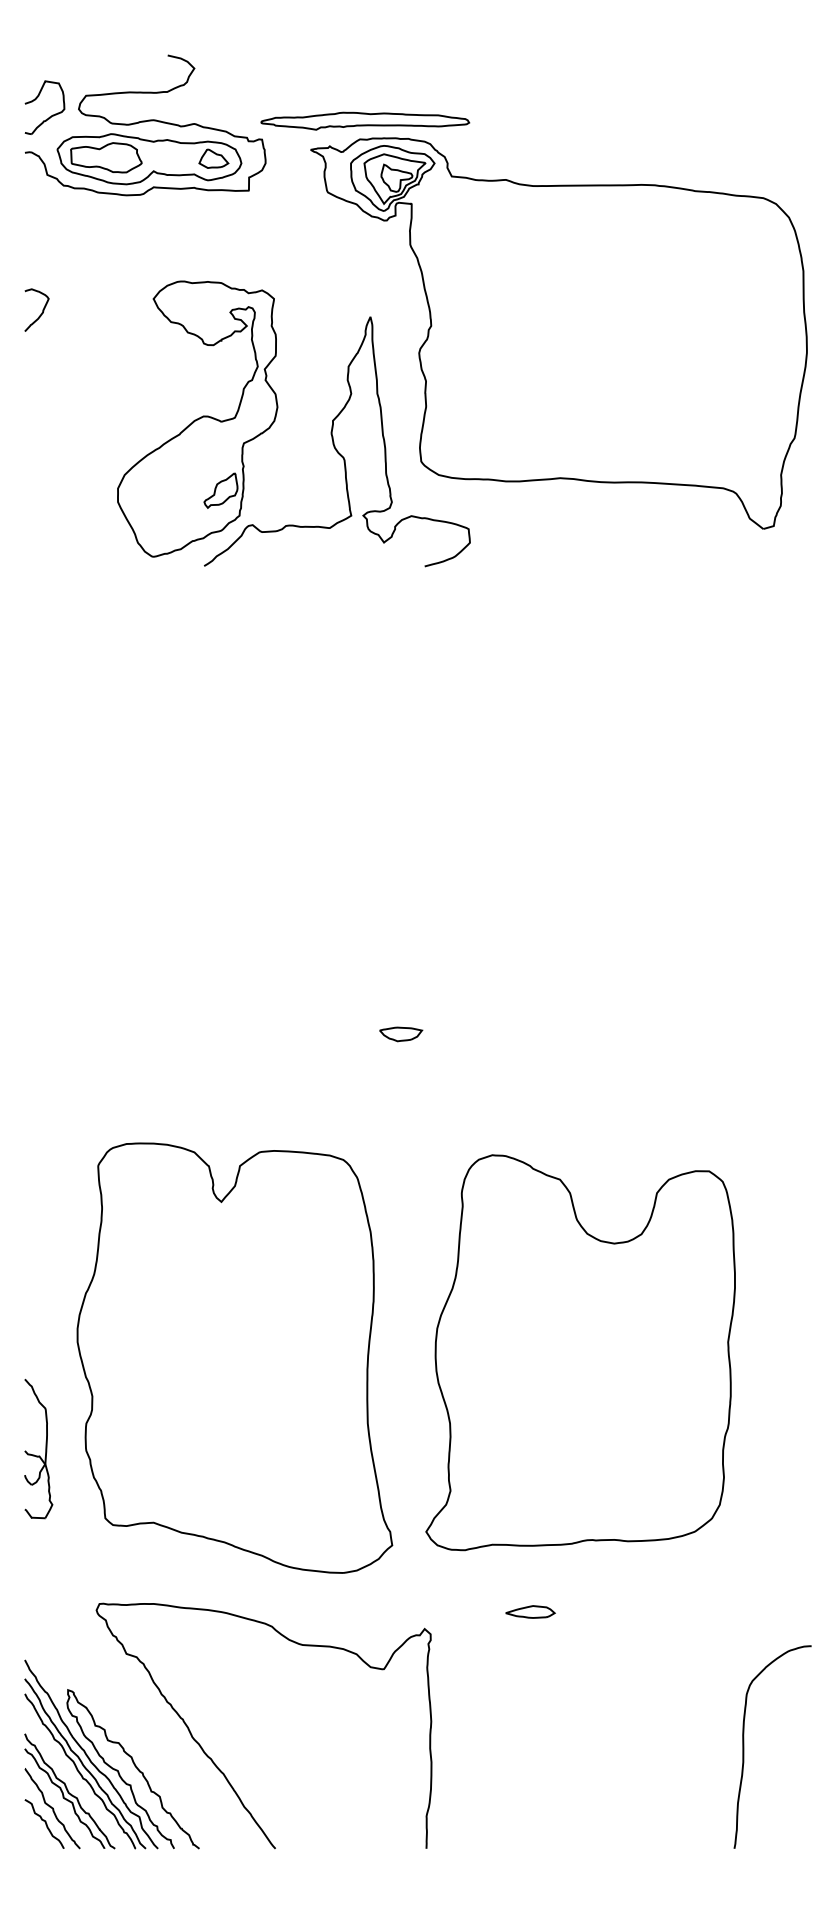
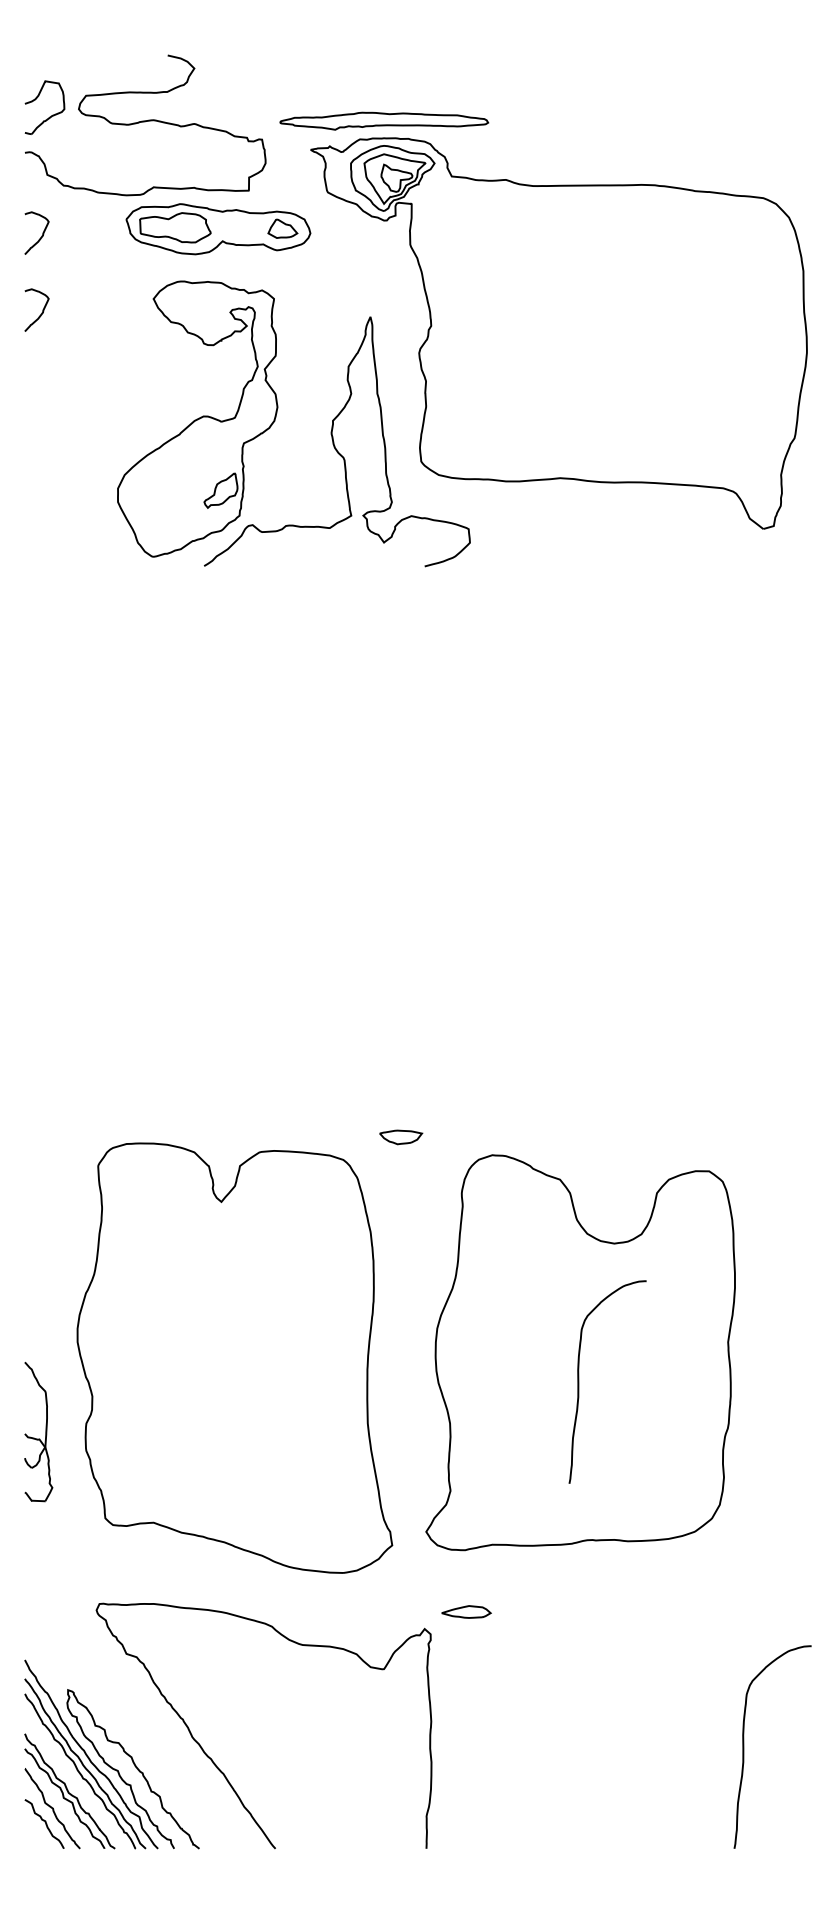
part at (365, 120) position: (365, 120) -> (384, 120)
part at (149, 159) position: (149, 159) -> (218, 229)
curve at (41, 235): none -> present
part at (401, 1034) position: (401, 1034) -> (401, 1137)
curve at (579, 1381): none -> present
part at (38, 1449) position: (38, 1449) -> (38, 1432)
part at (530, 1611) position: (530, 1611) -> (466, 1611)
